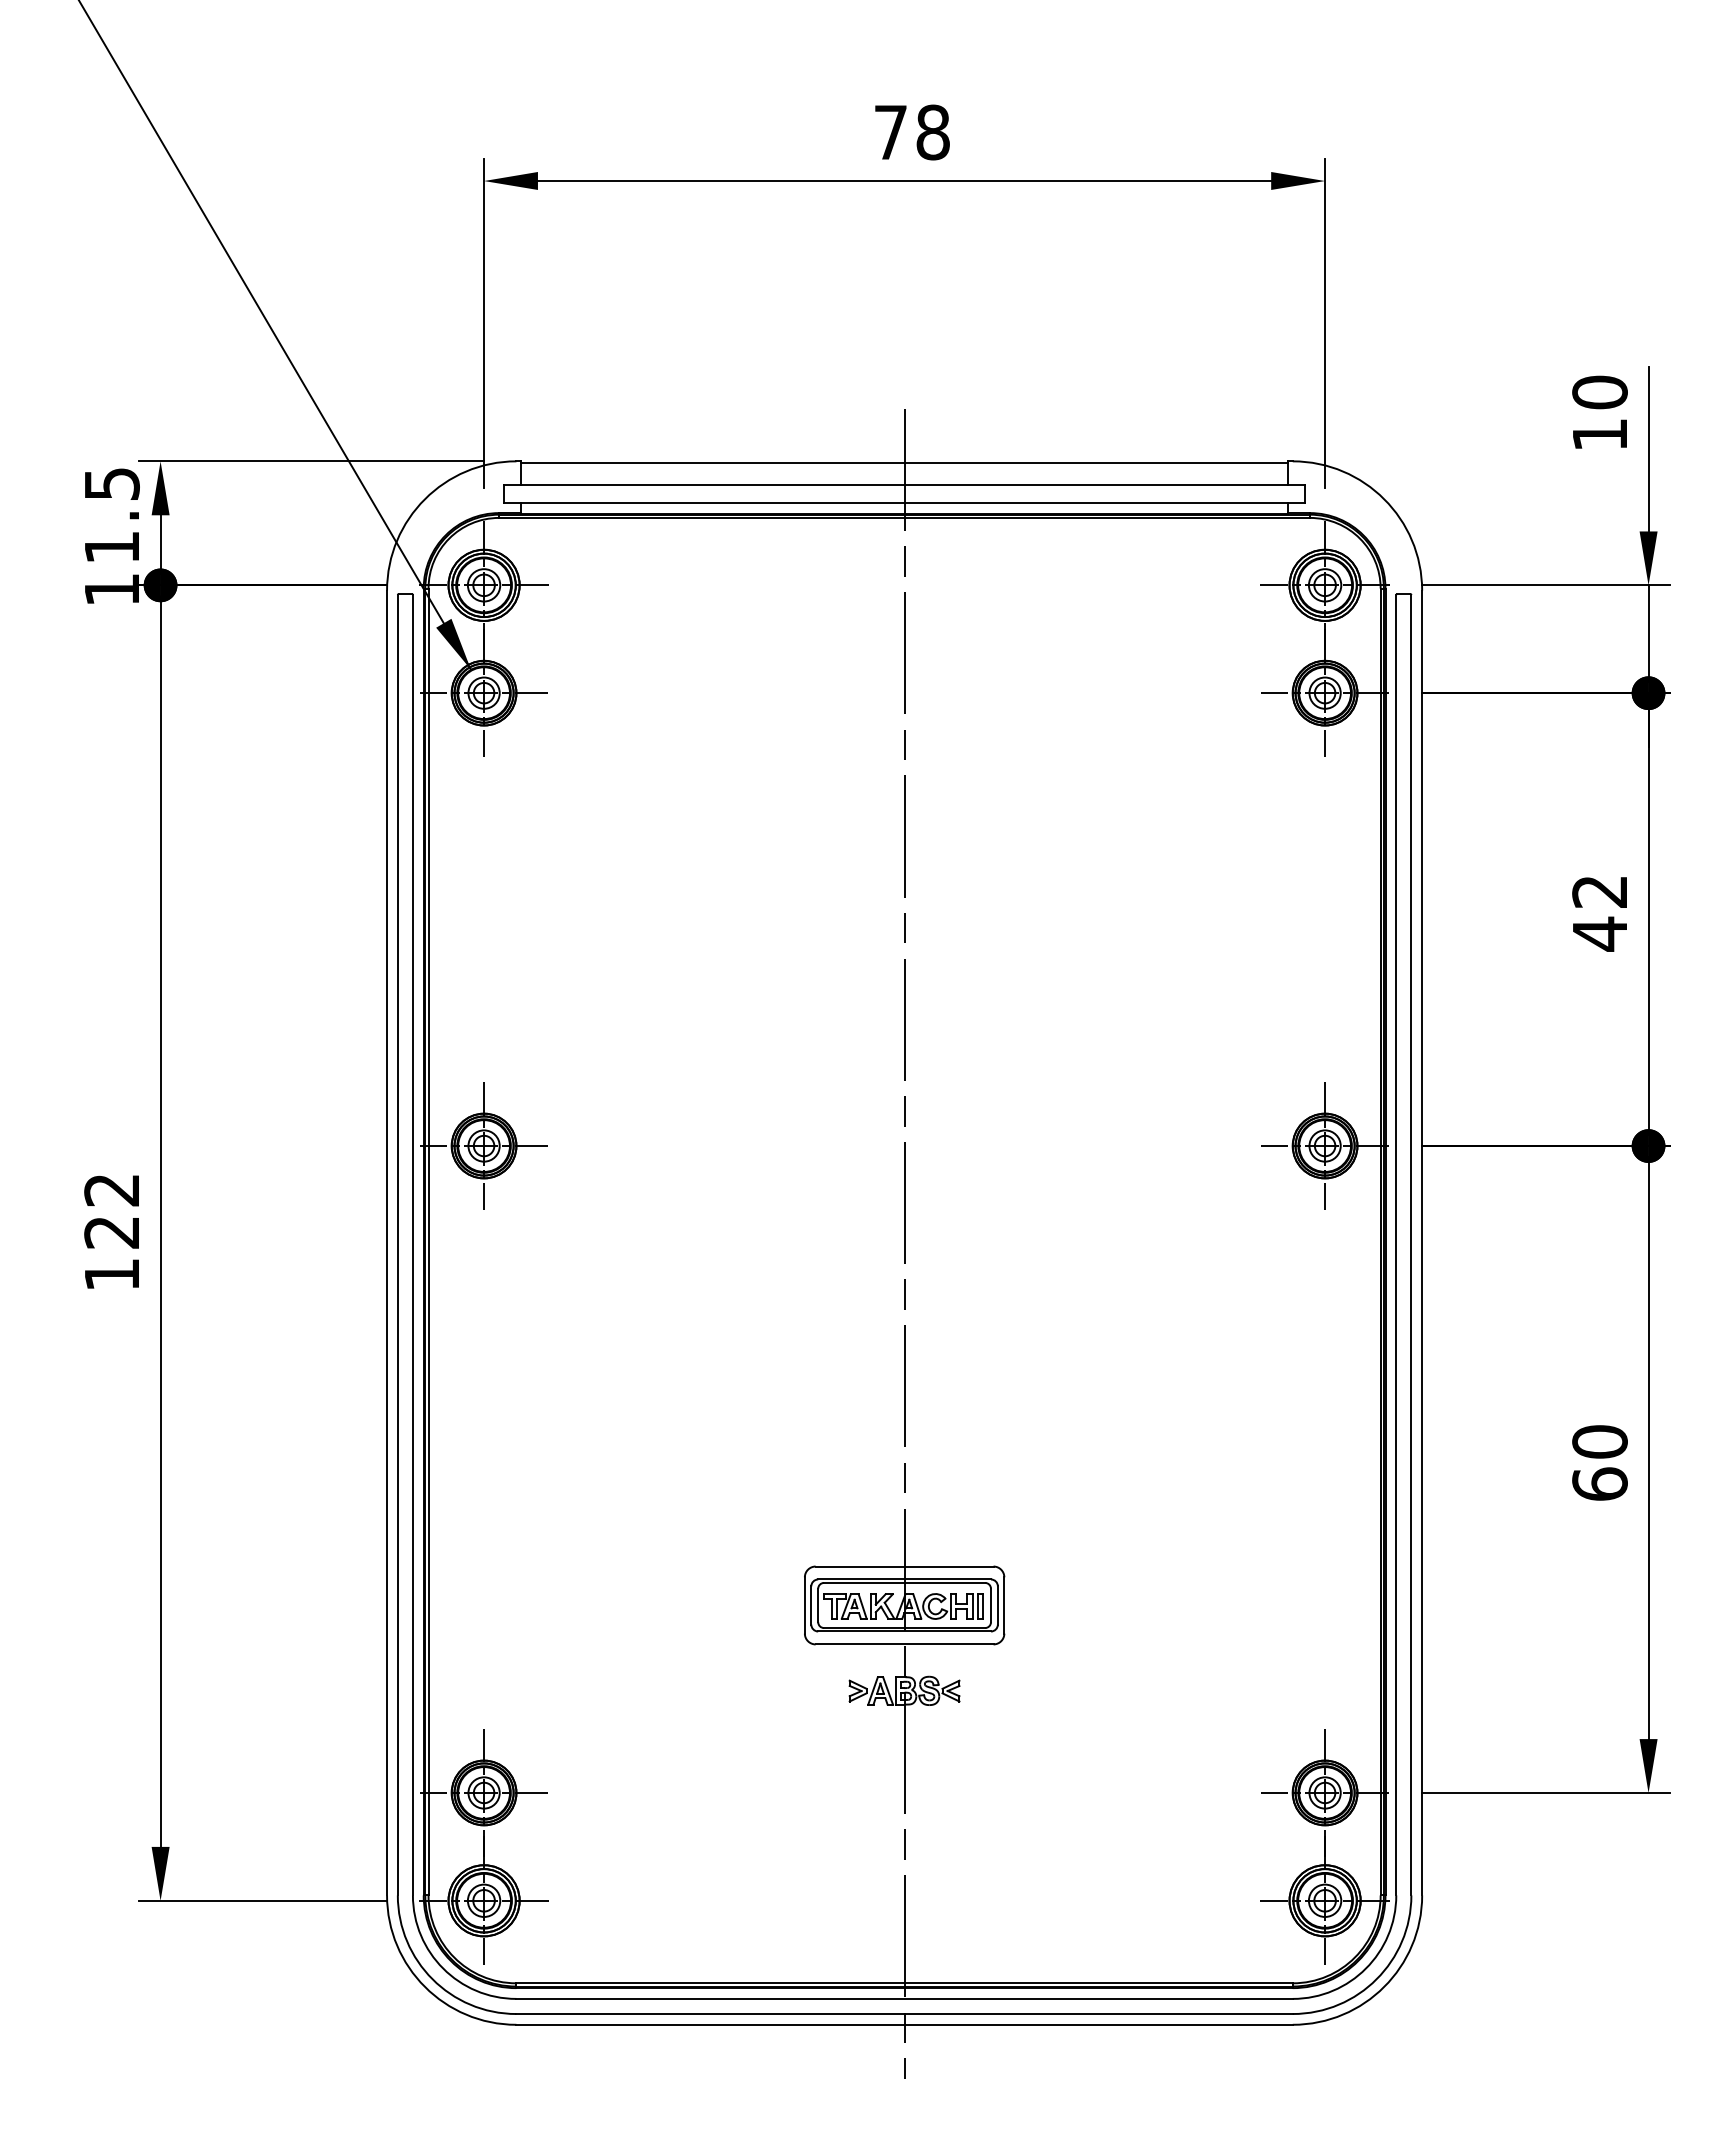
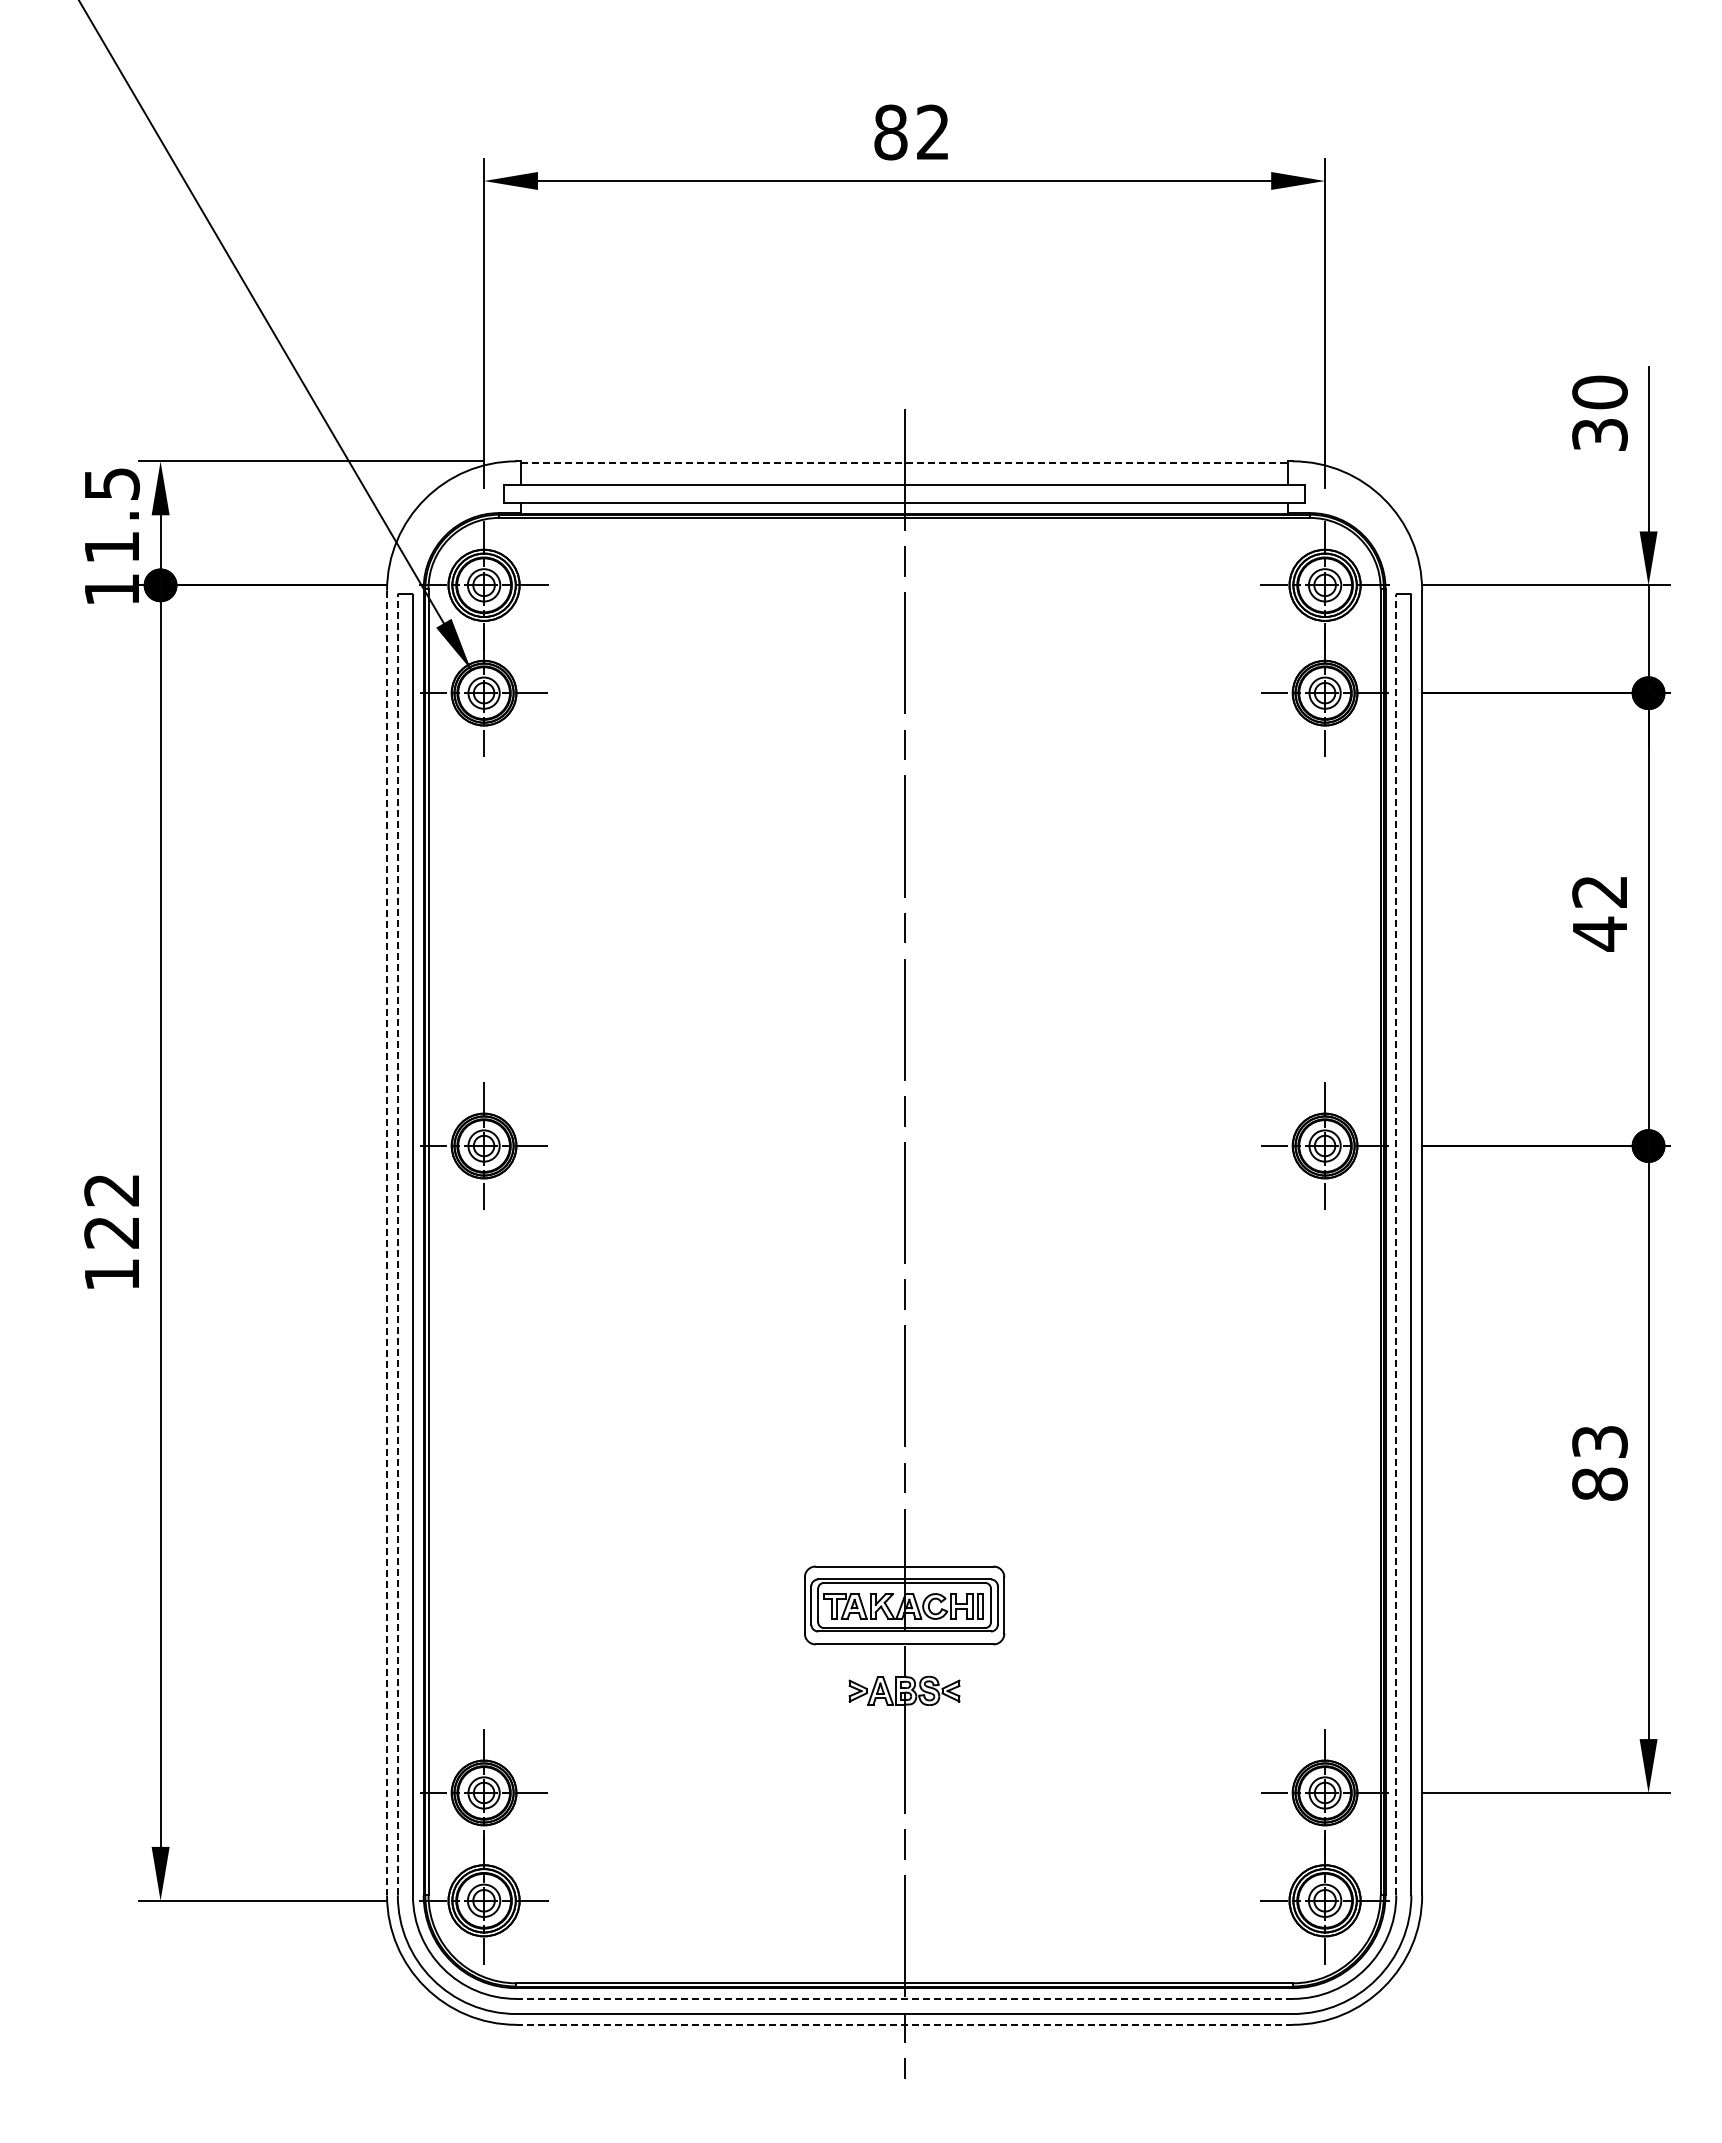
text at (911, 132): 78 -> 82
text at (1599, 434): 10 -> 30
line at (905, 462): solid -> dashed
line at (387, 1243): solid -> dashed
line at (397, 1244): solid -> dashed
line at (1396, 1244): solid -> dashed
text at (1599, 1462): 60 -> 83
line at (905, 1998): solid -> dashed
line at (905, 2024): solid -> dashed
